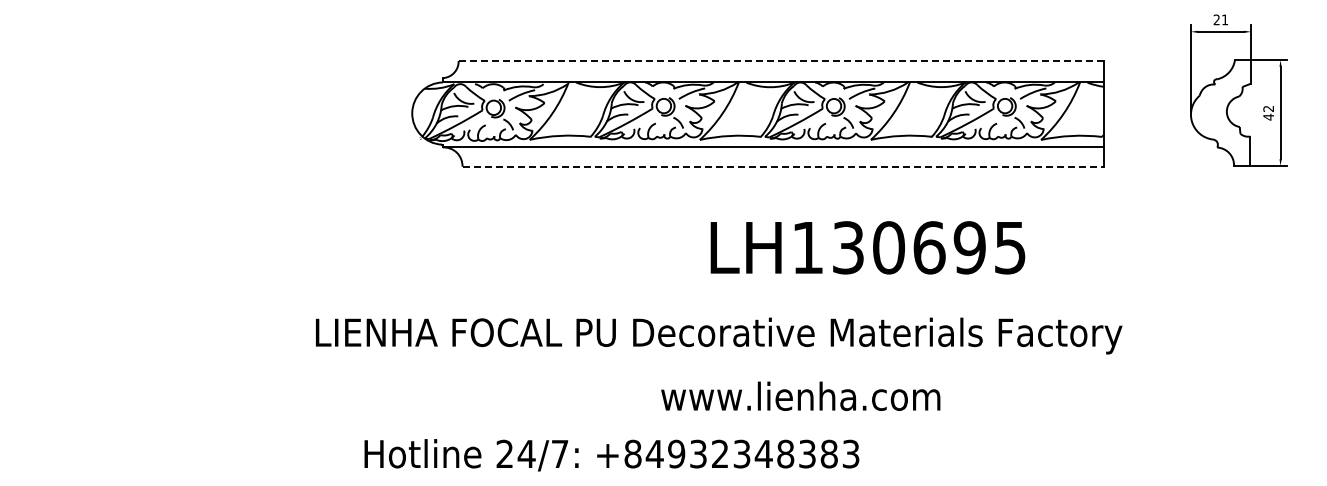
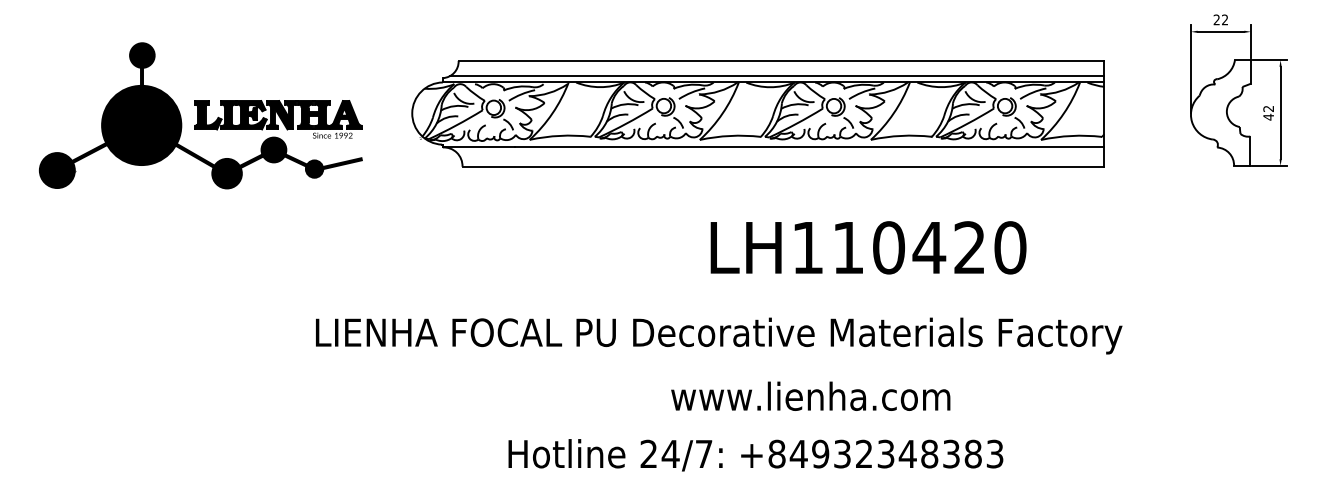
text at (1225, 19): 21 -> 22
line at (781, 60): dashed -> solid
line at (777, 75): none -> present
part at (200, 115): none -> present
line at (783, 166): dashed -> solid
text at (929, 247): LH130695 -> LH110420
text at (800, 395) position: (800, 395) -> (810, 395)
text at (611, 455) position: (611, 455) -> (755, 455)
